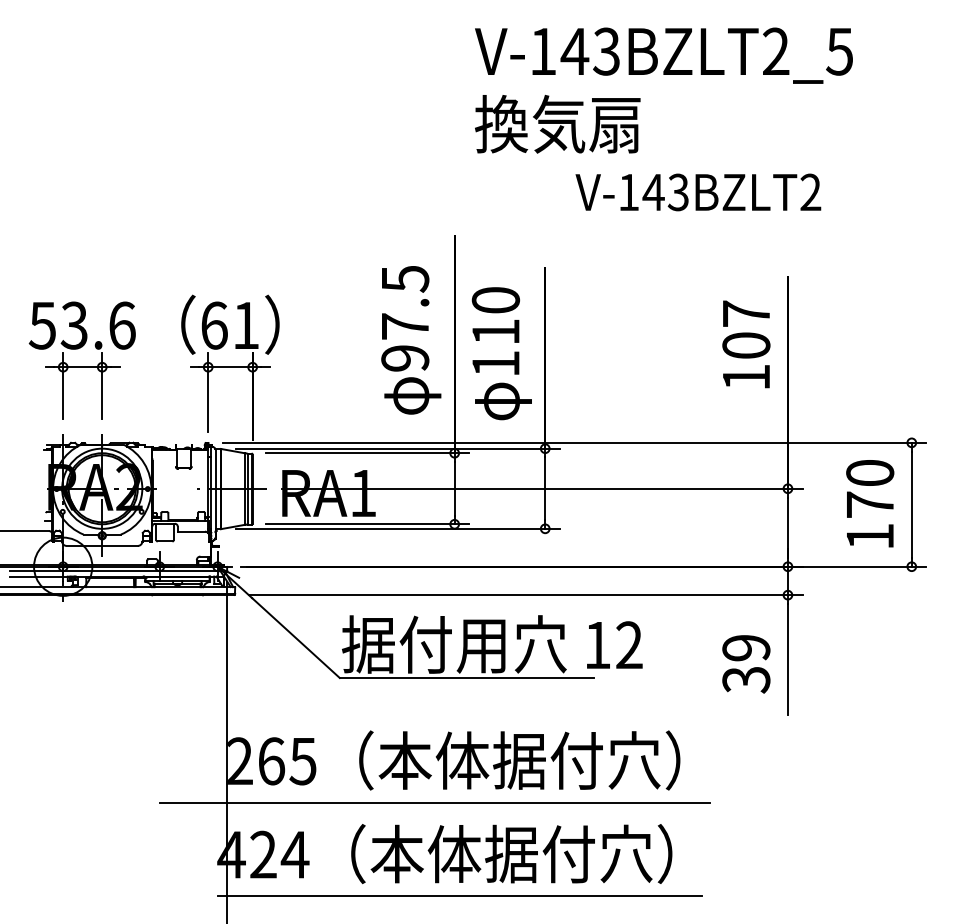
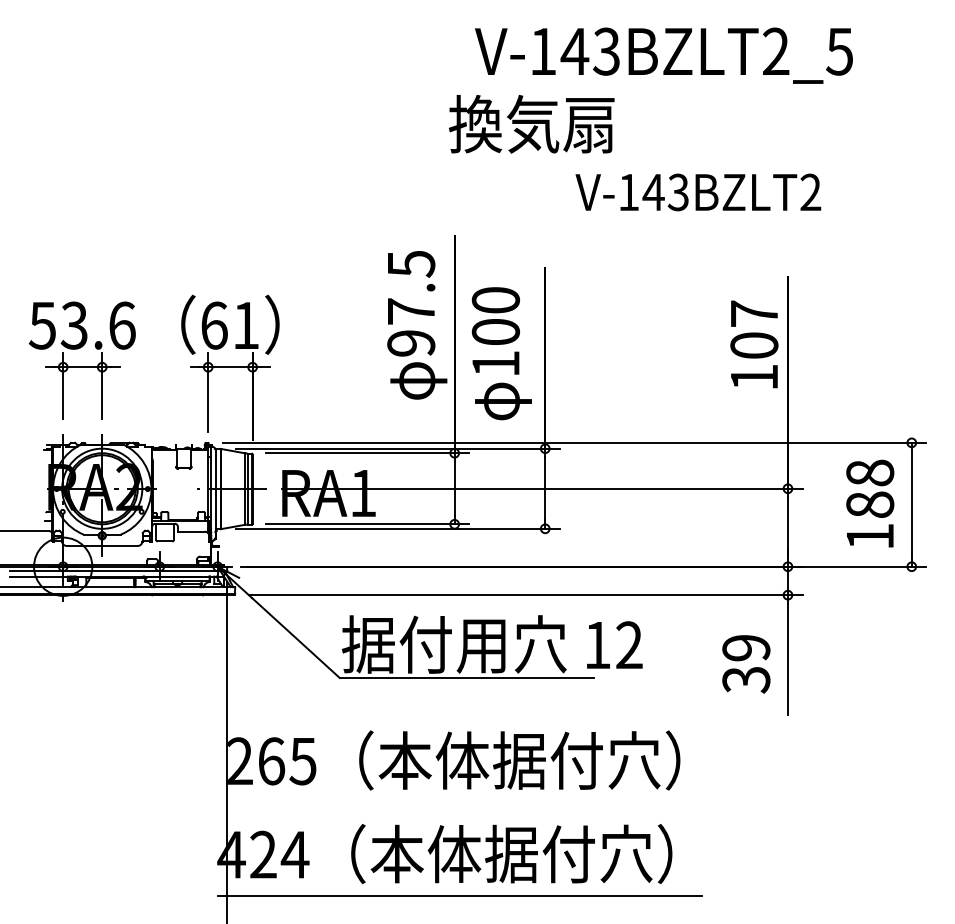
text at (557, 123) position: (557, 123) -> (531, 123)
text at (495, 331): 110 -> 100
text at (411, 340) position: (411, 340) -> (417, 325)
text at (746, 344) position: (746, 344) -> (754, 344)
text at (870, 488): 170 -> 188
line at (434, 802): present -> none
